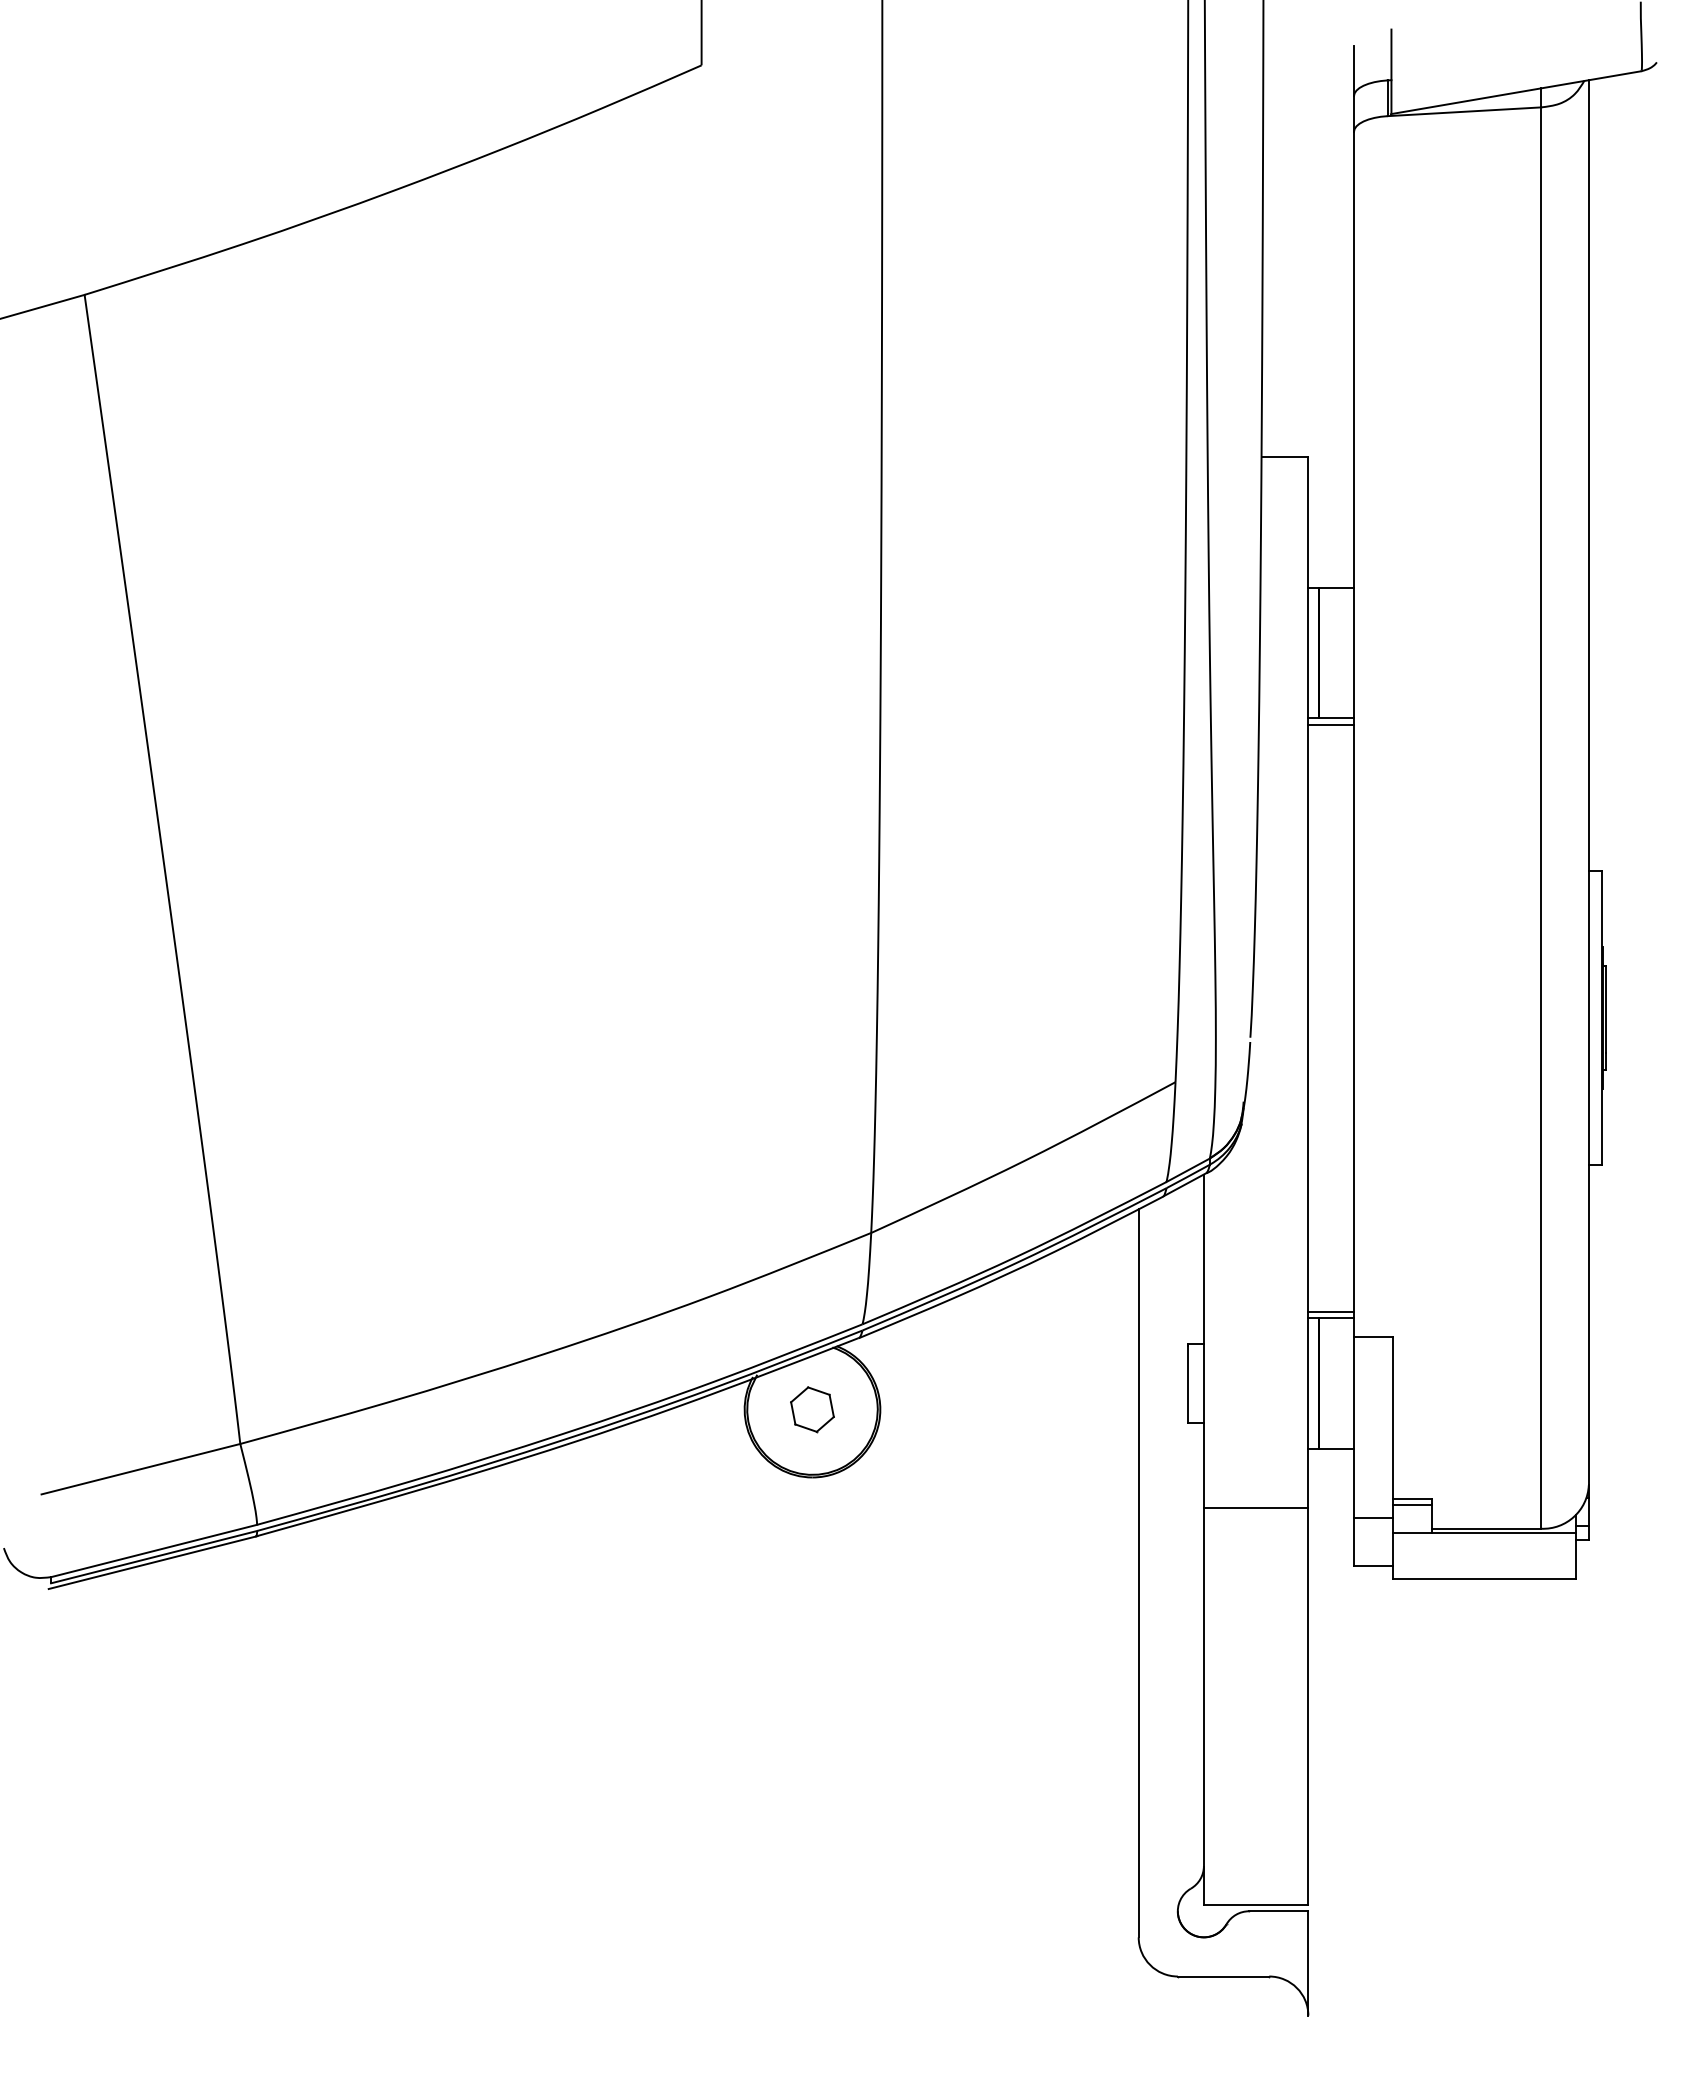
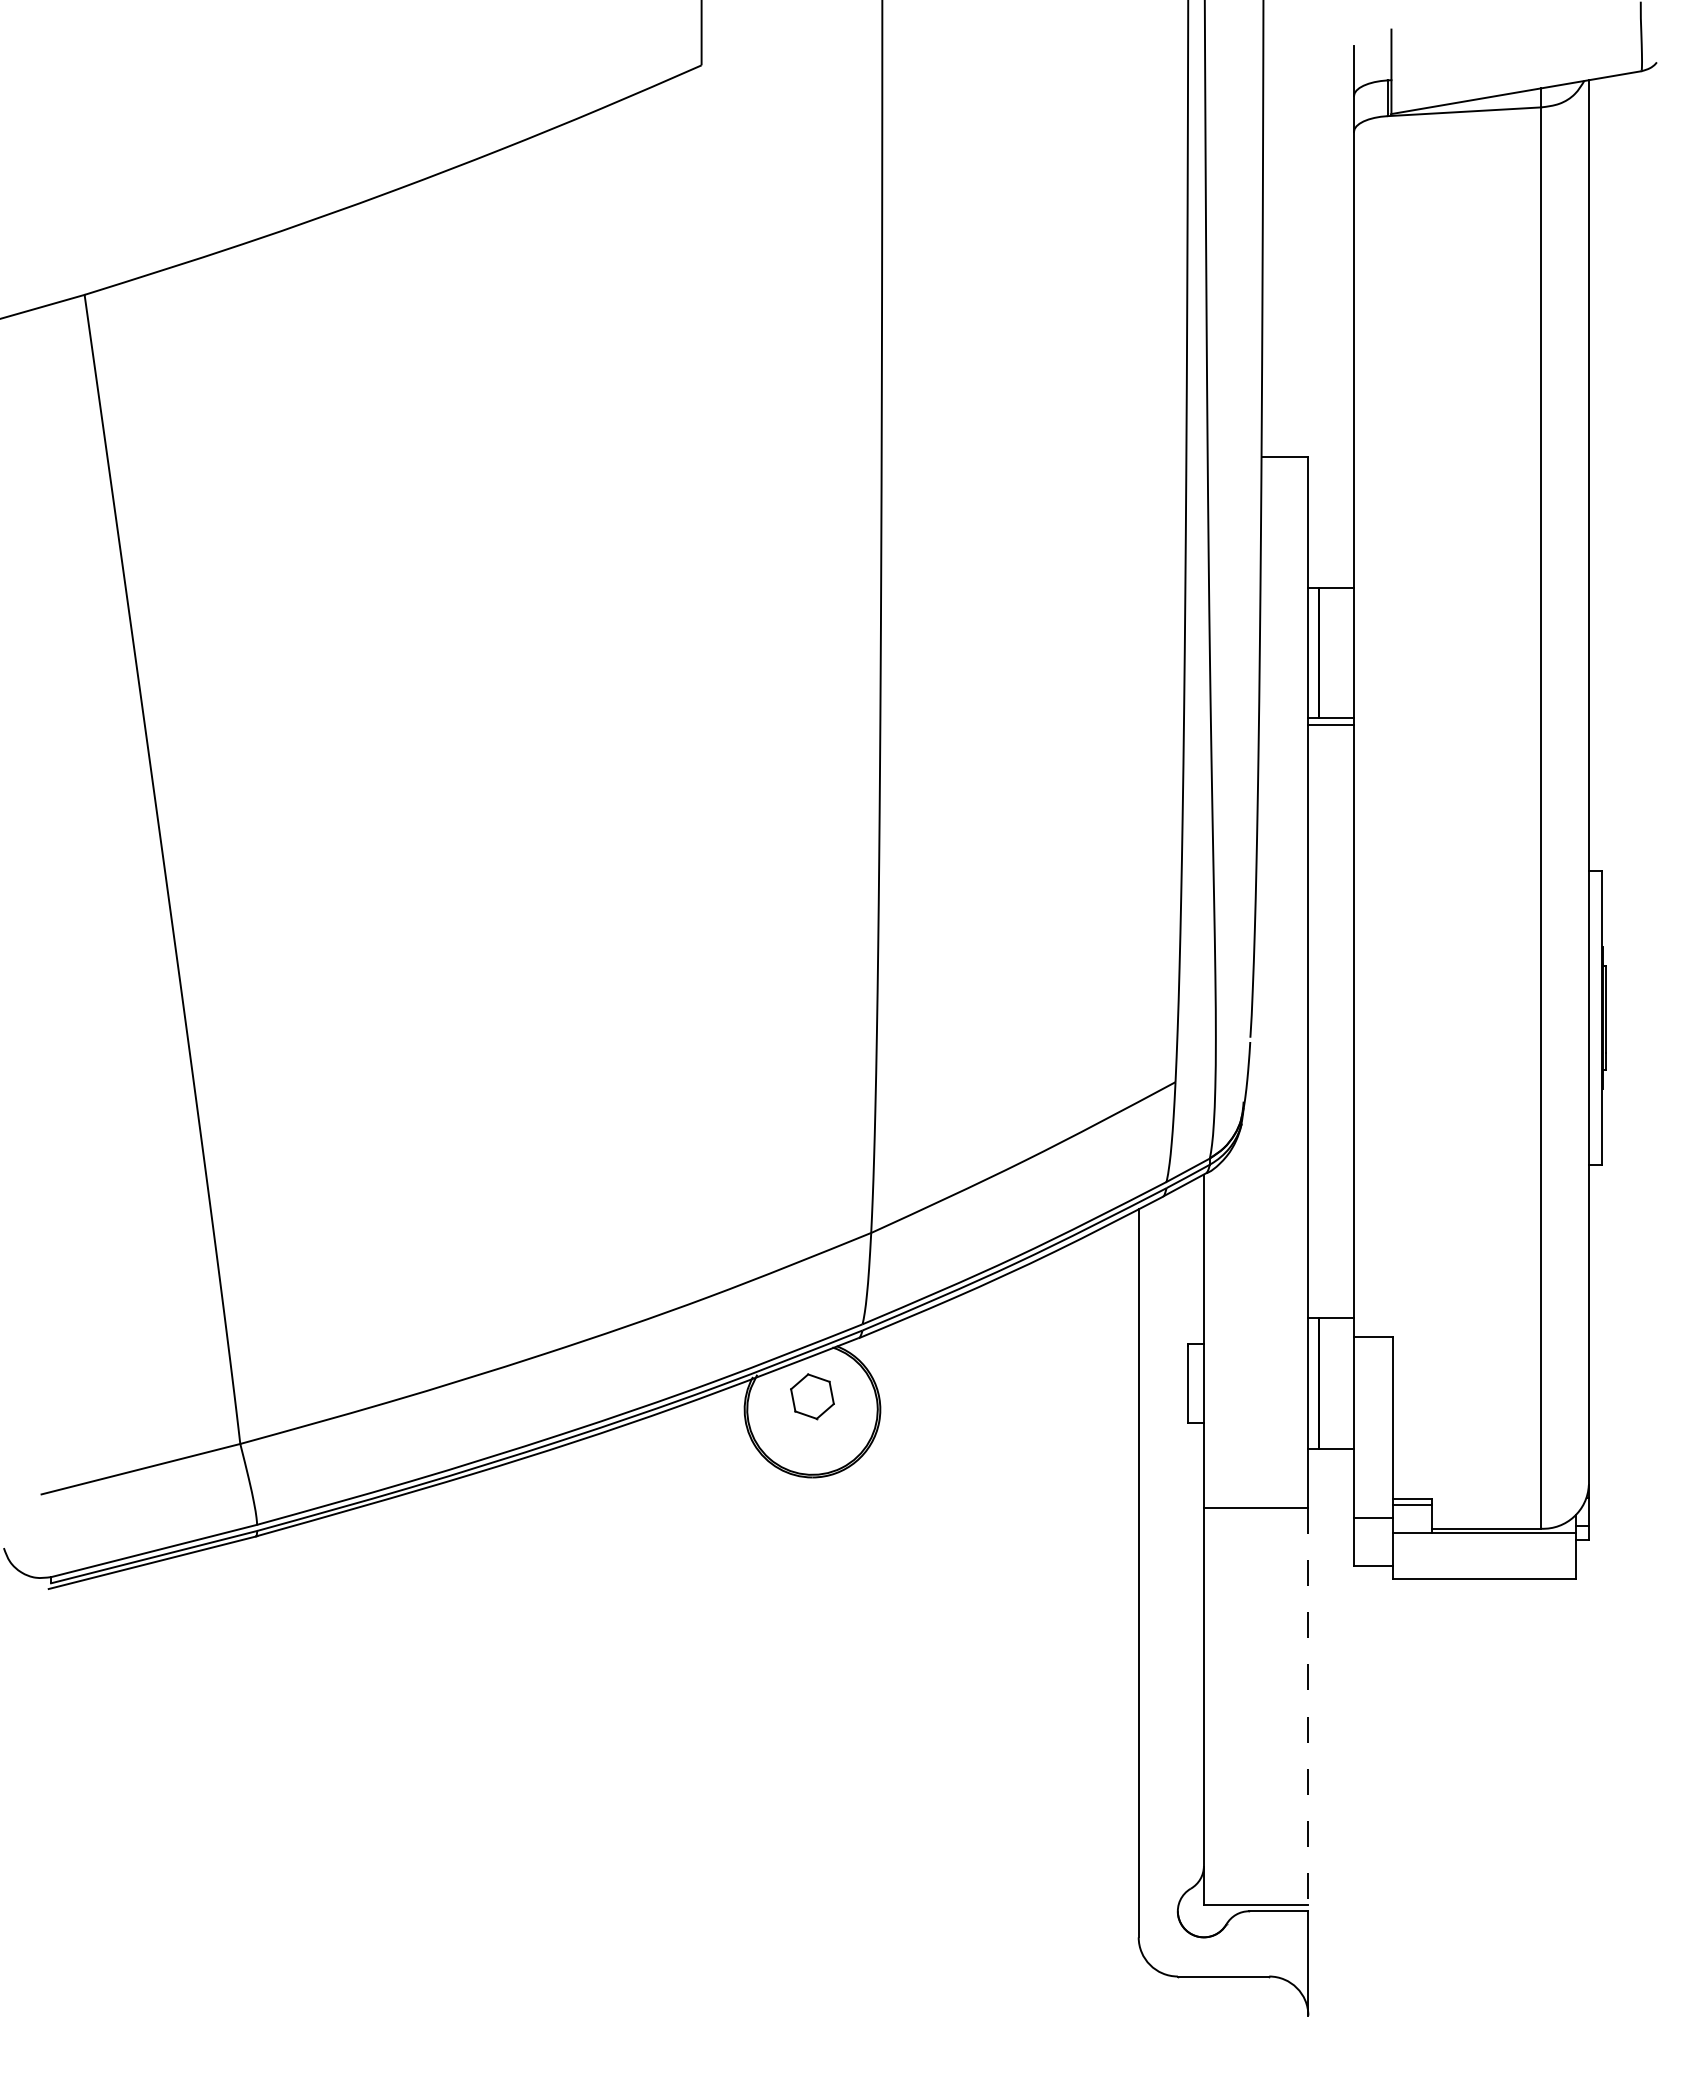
line at (1330, 1311): present -> none
part at (812, 1409) position: (812, 1409) -> (812, 1396)
line at (1308, 1706): solid -> dashed
